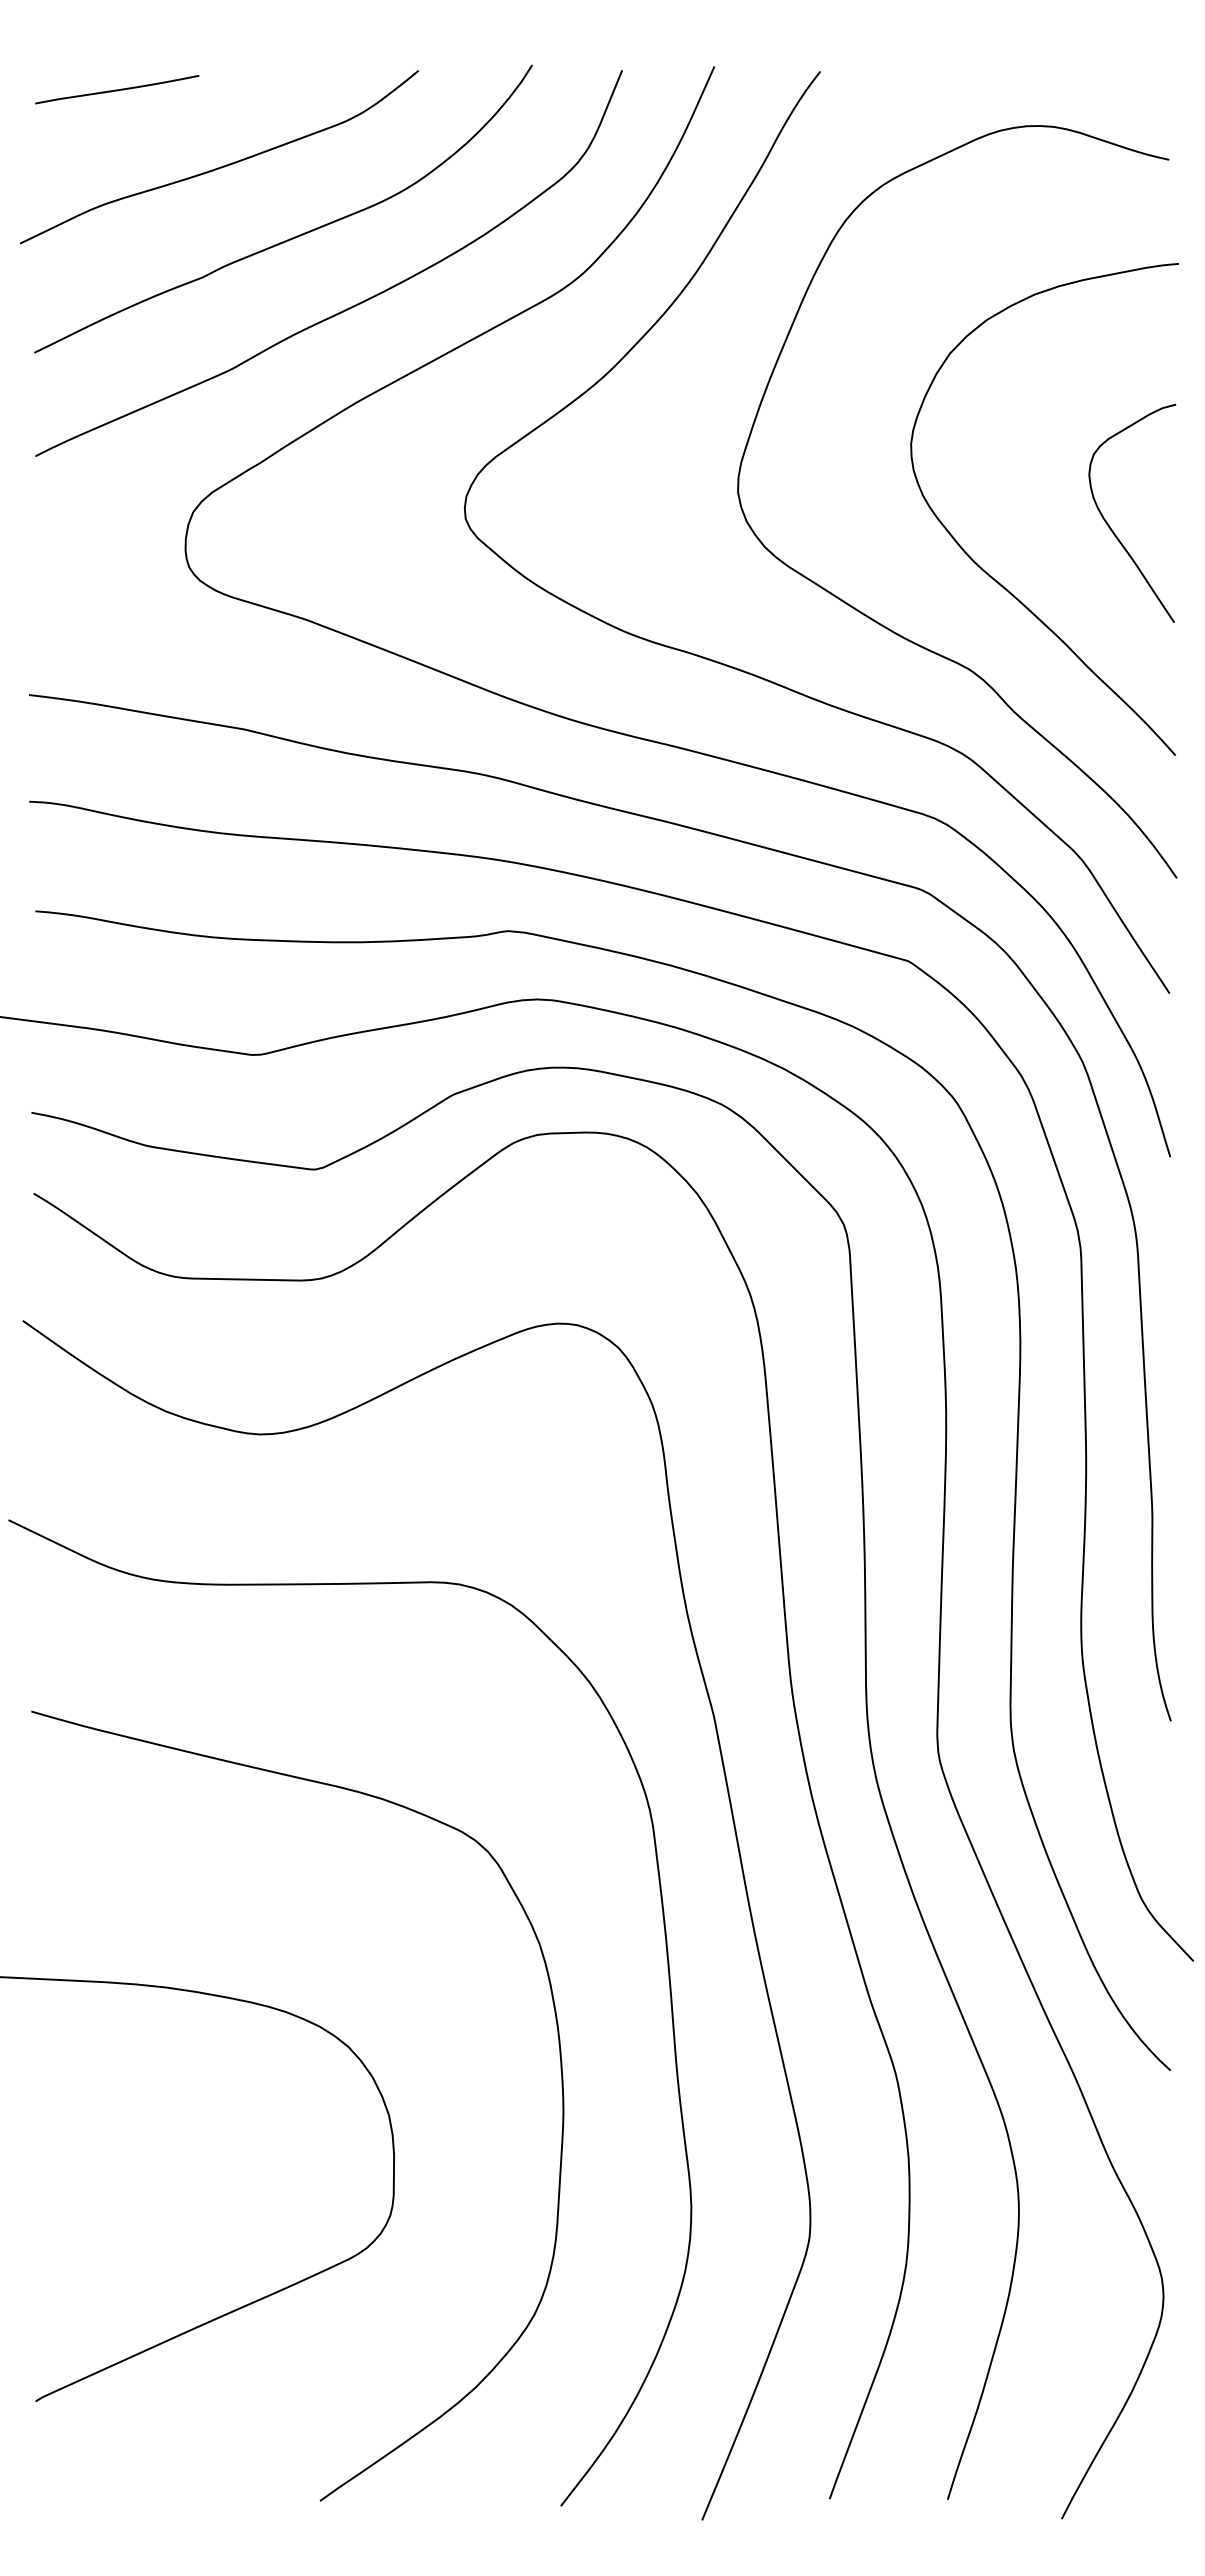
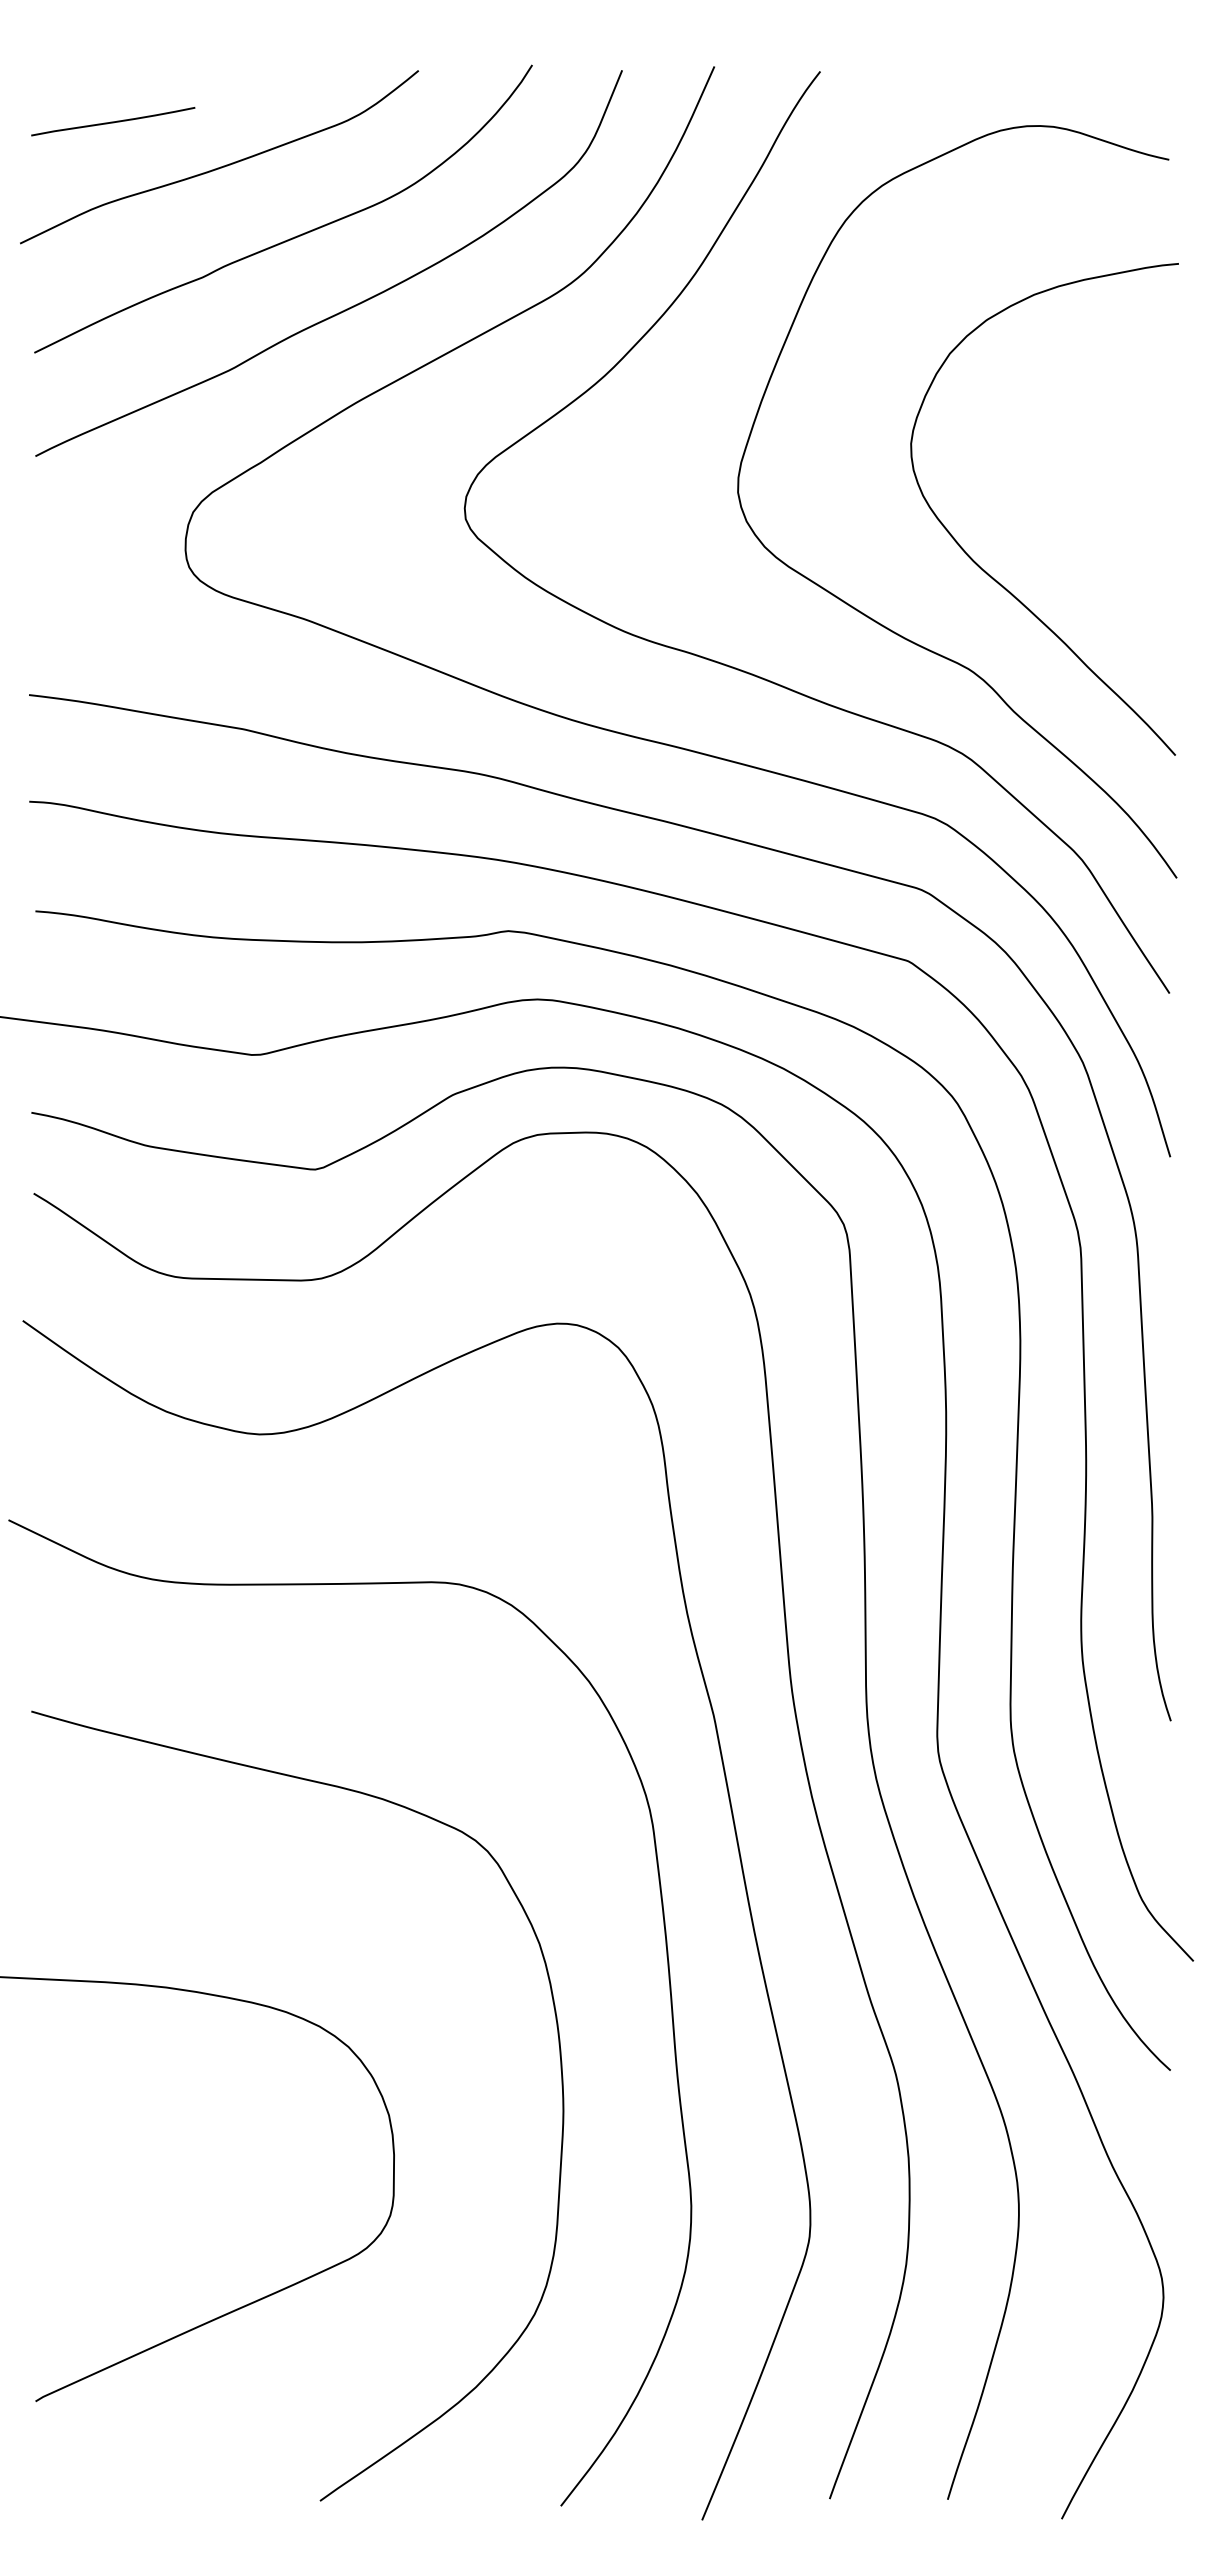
curve at (117, 89) position: (117, 89) -> (113, 121)
curve at (1110, 526): present -> none
